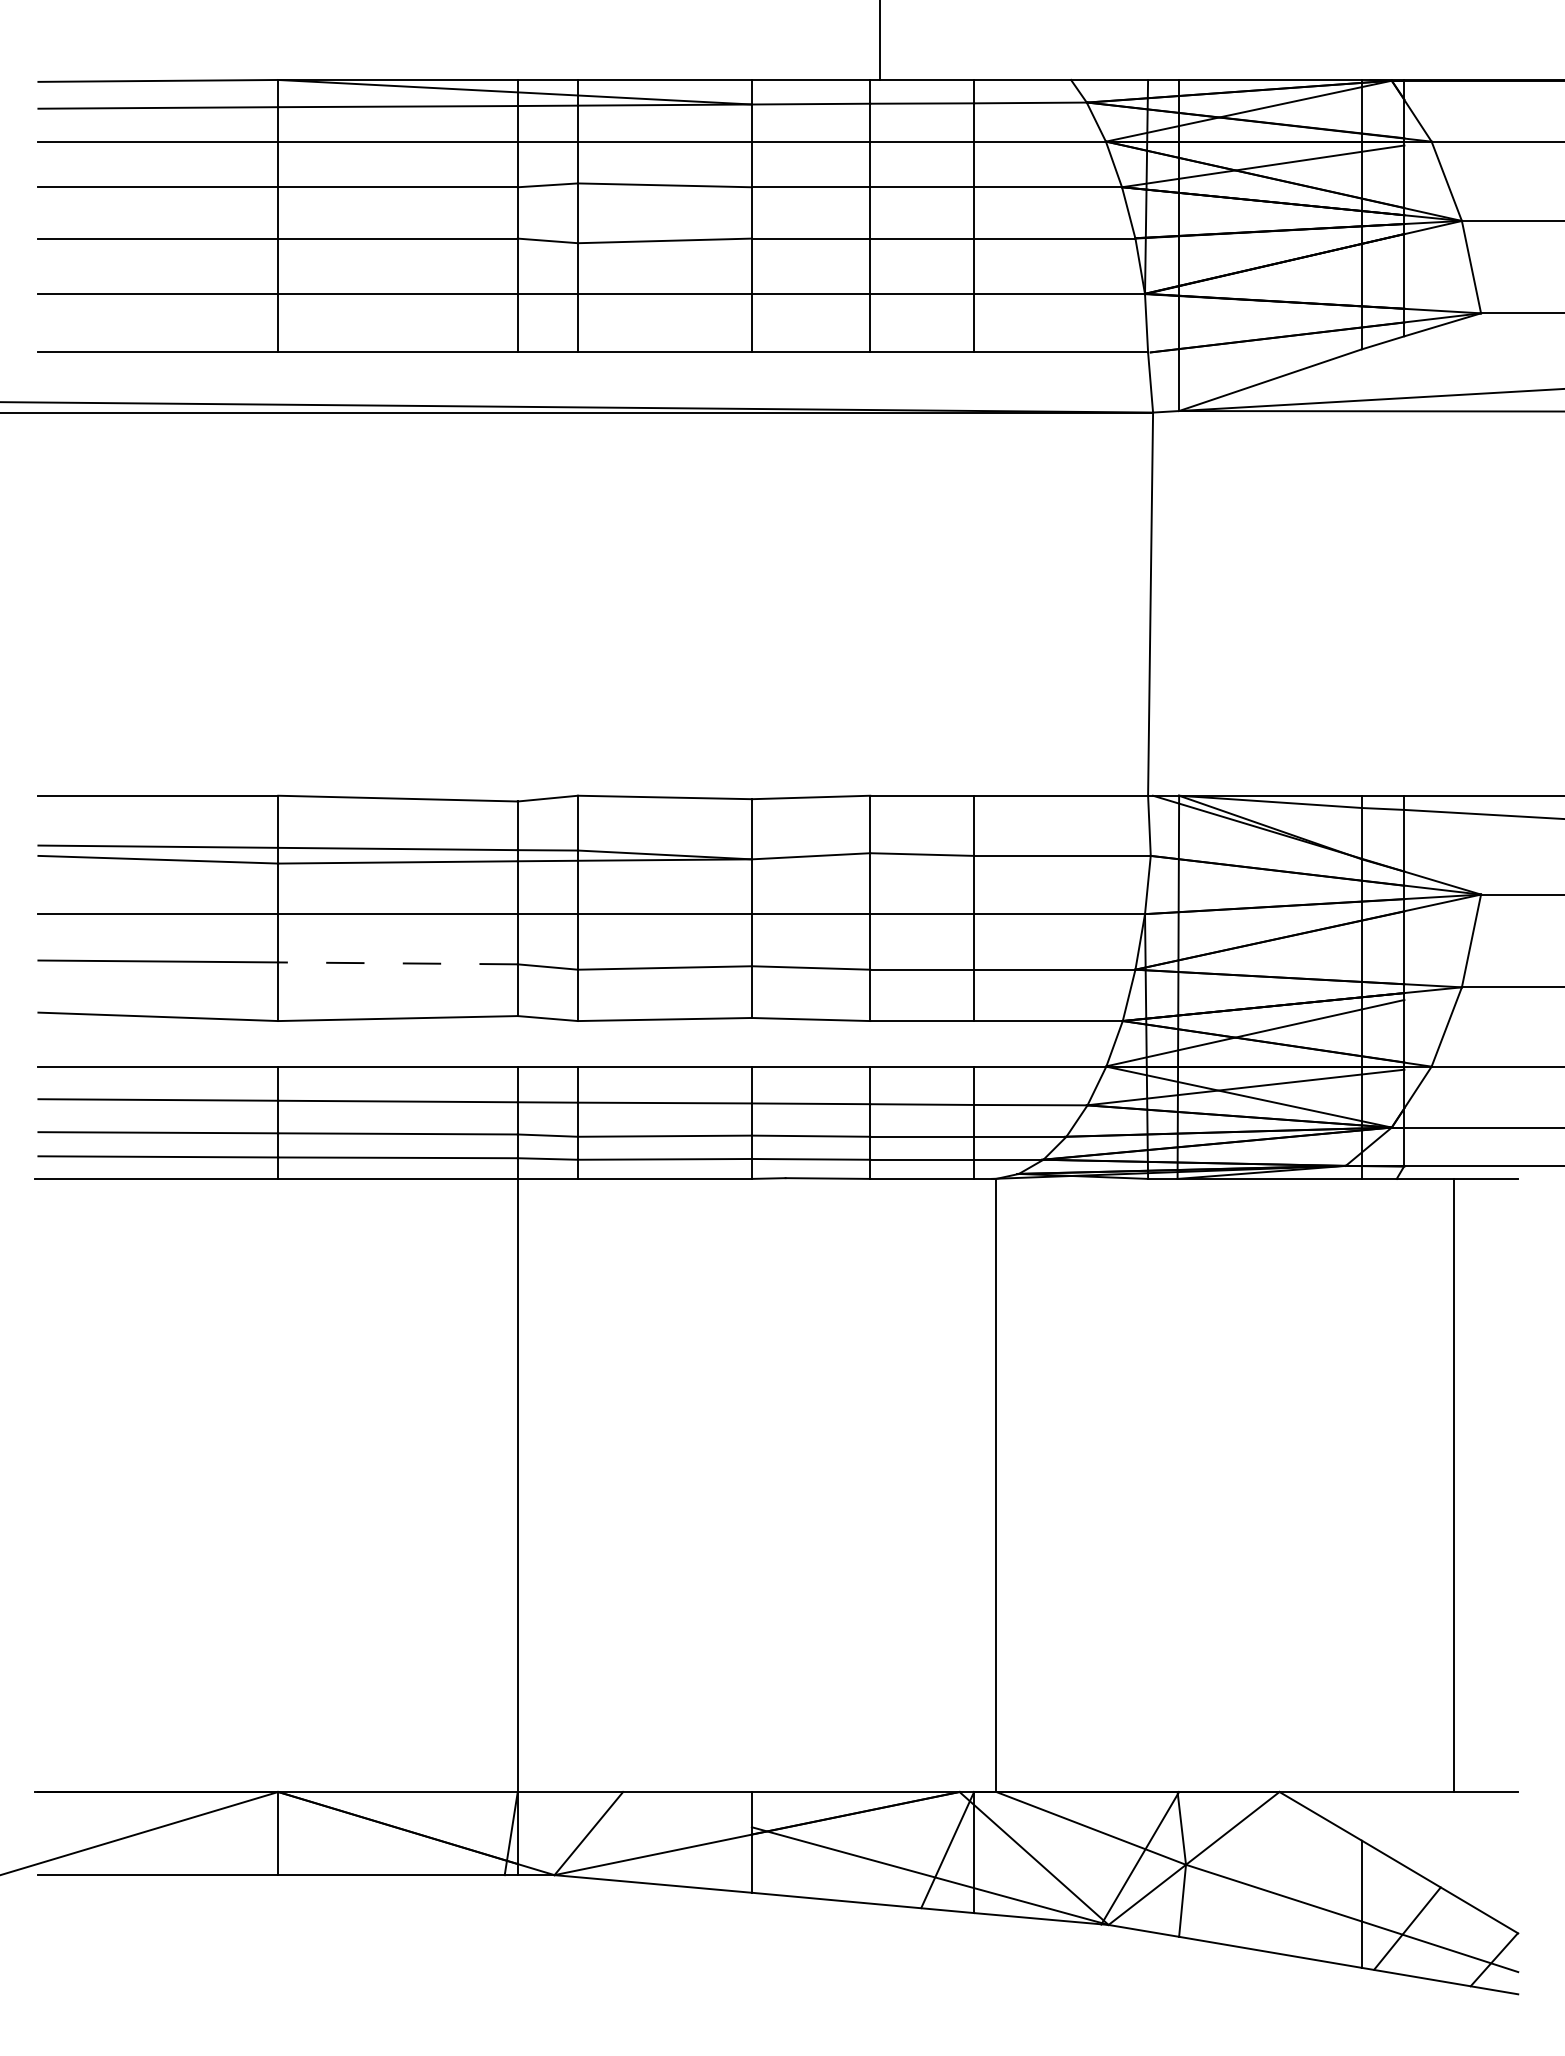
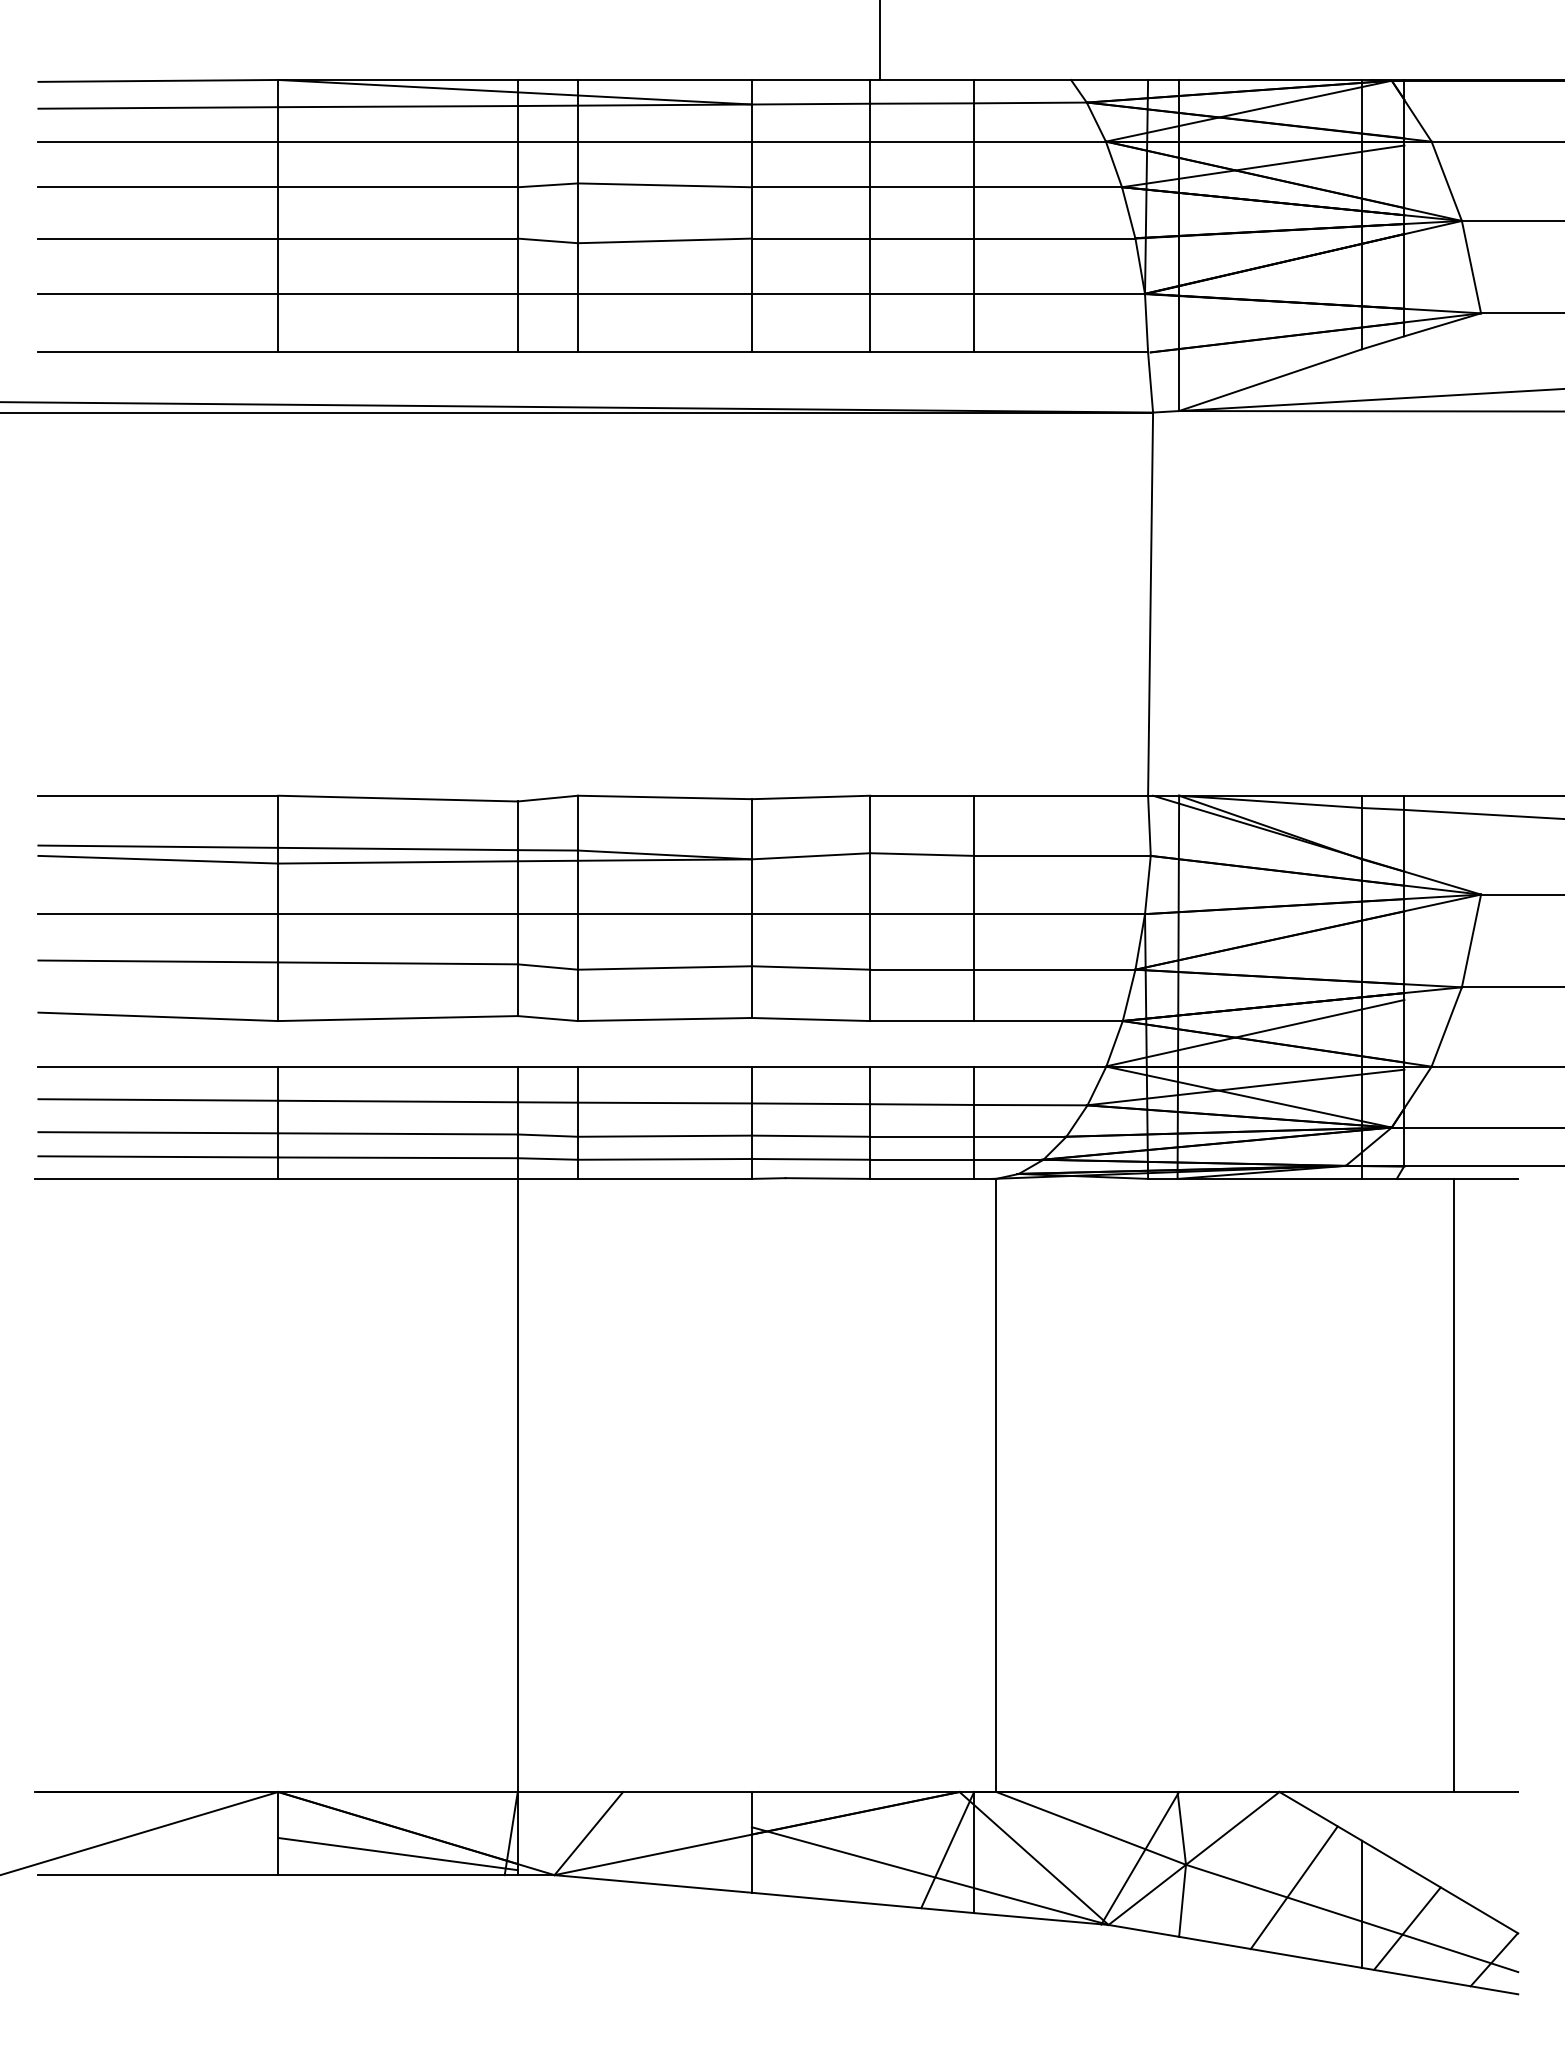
line at (398, 963): dashed -> solid
line at (397, 1853): none -> present
line at (1293, 1887): none -> present
